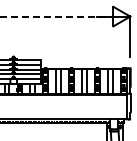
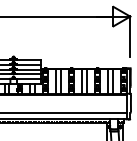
line at (55, 16): dashed -> solid
line at (64, 112): none -> present
